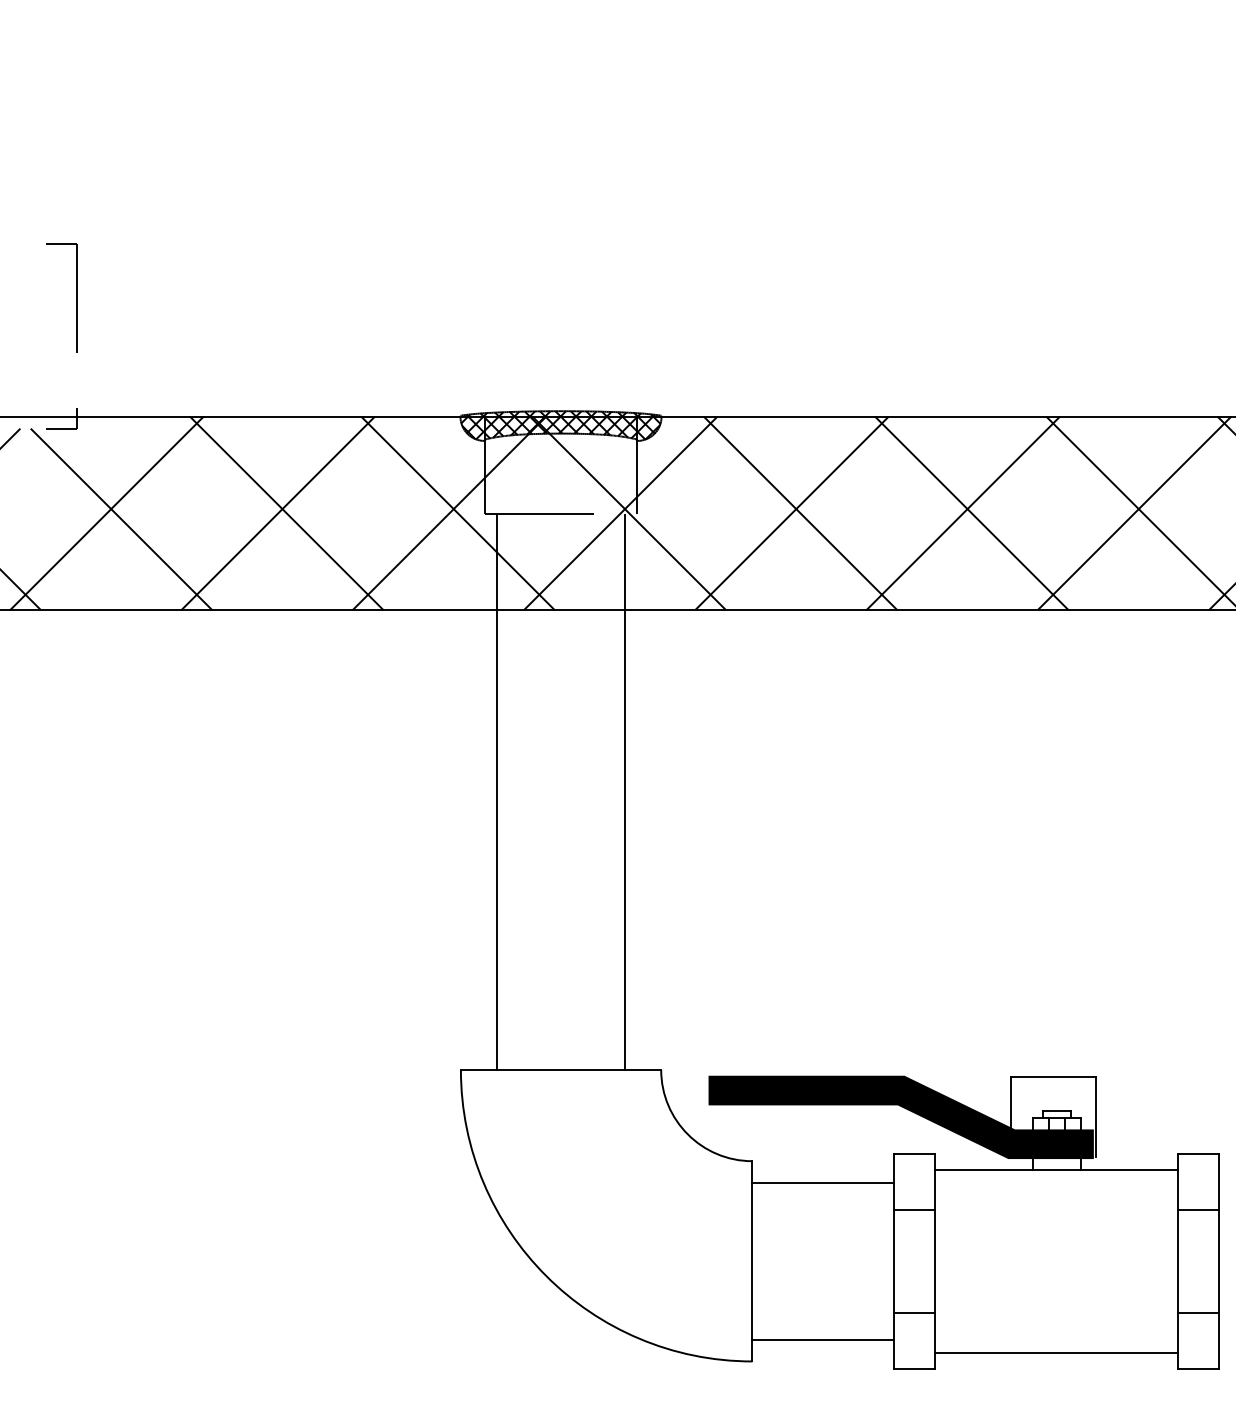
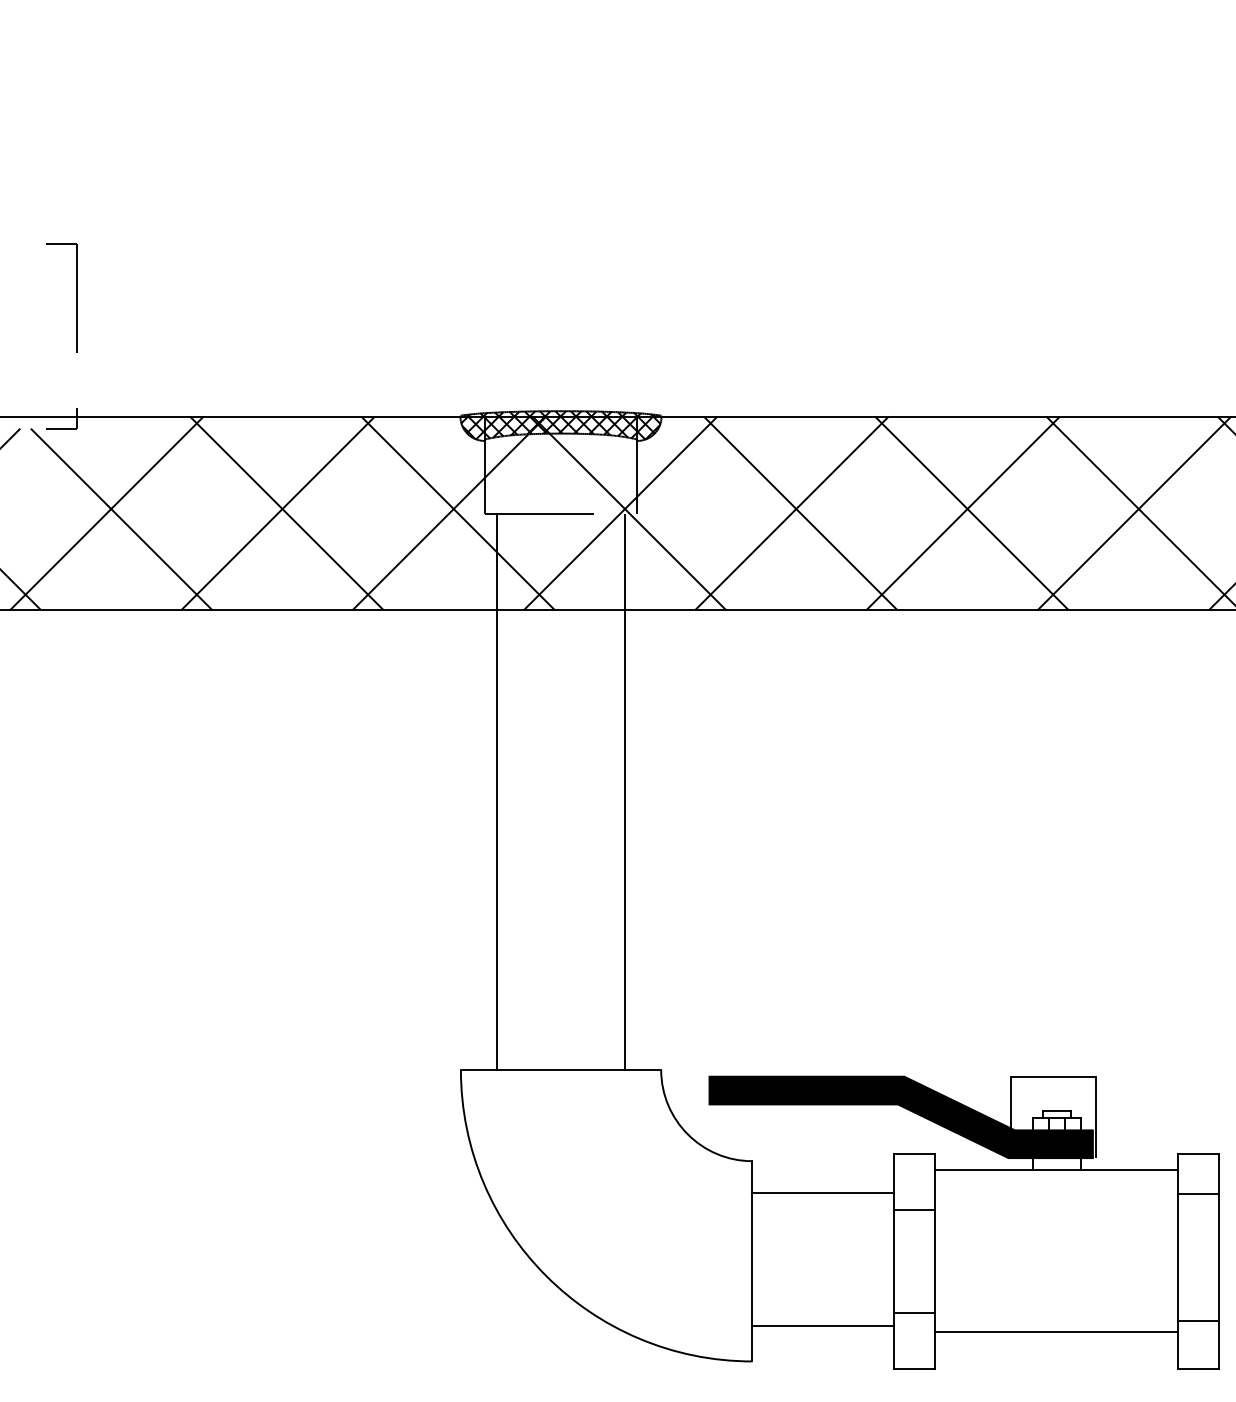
line at (823, 1182) position: (823, 1182) -> (823, 1192)
line at (1198, 1209) position: (1198, 1209) -> (1198, 1193)
line at (1198, 1312) position: (1198, 1312) -> (1198, 1320)
line at (823, 1340) position: (823, 1340) -> (823, 1326)
line at (1056, 1353) position: (1056, 1353) -> (1056, 1332)
